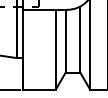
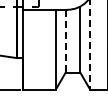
line at (65, 41): solid -> dashed
line at (90, 45): solid -> dashed
